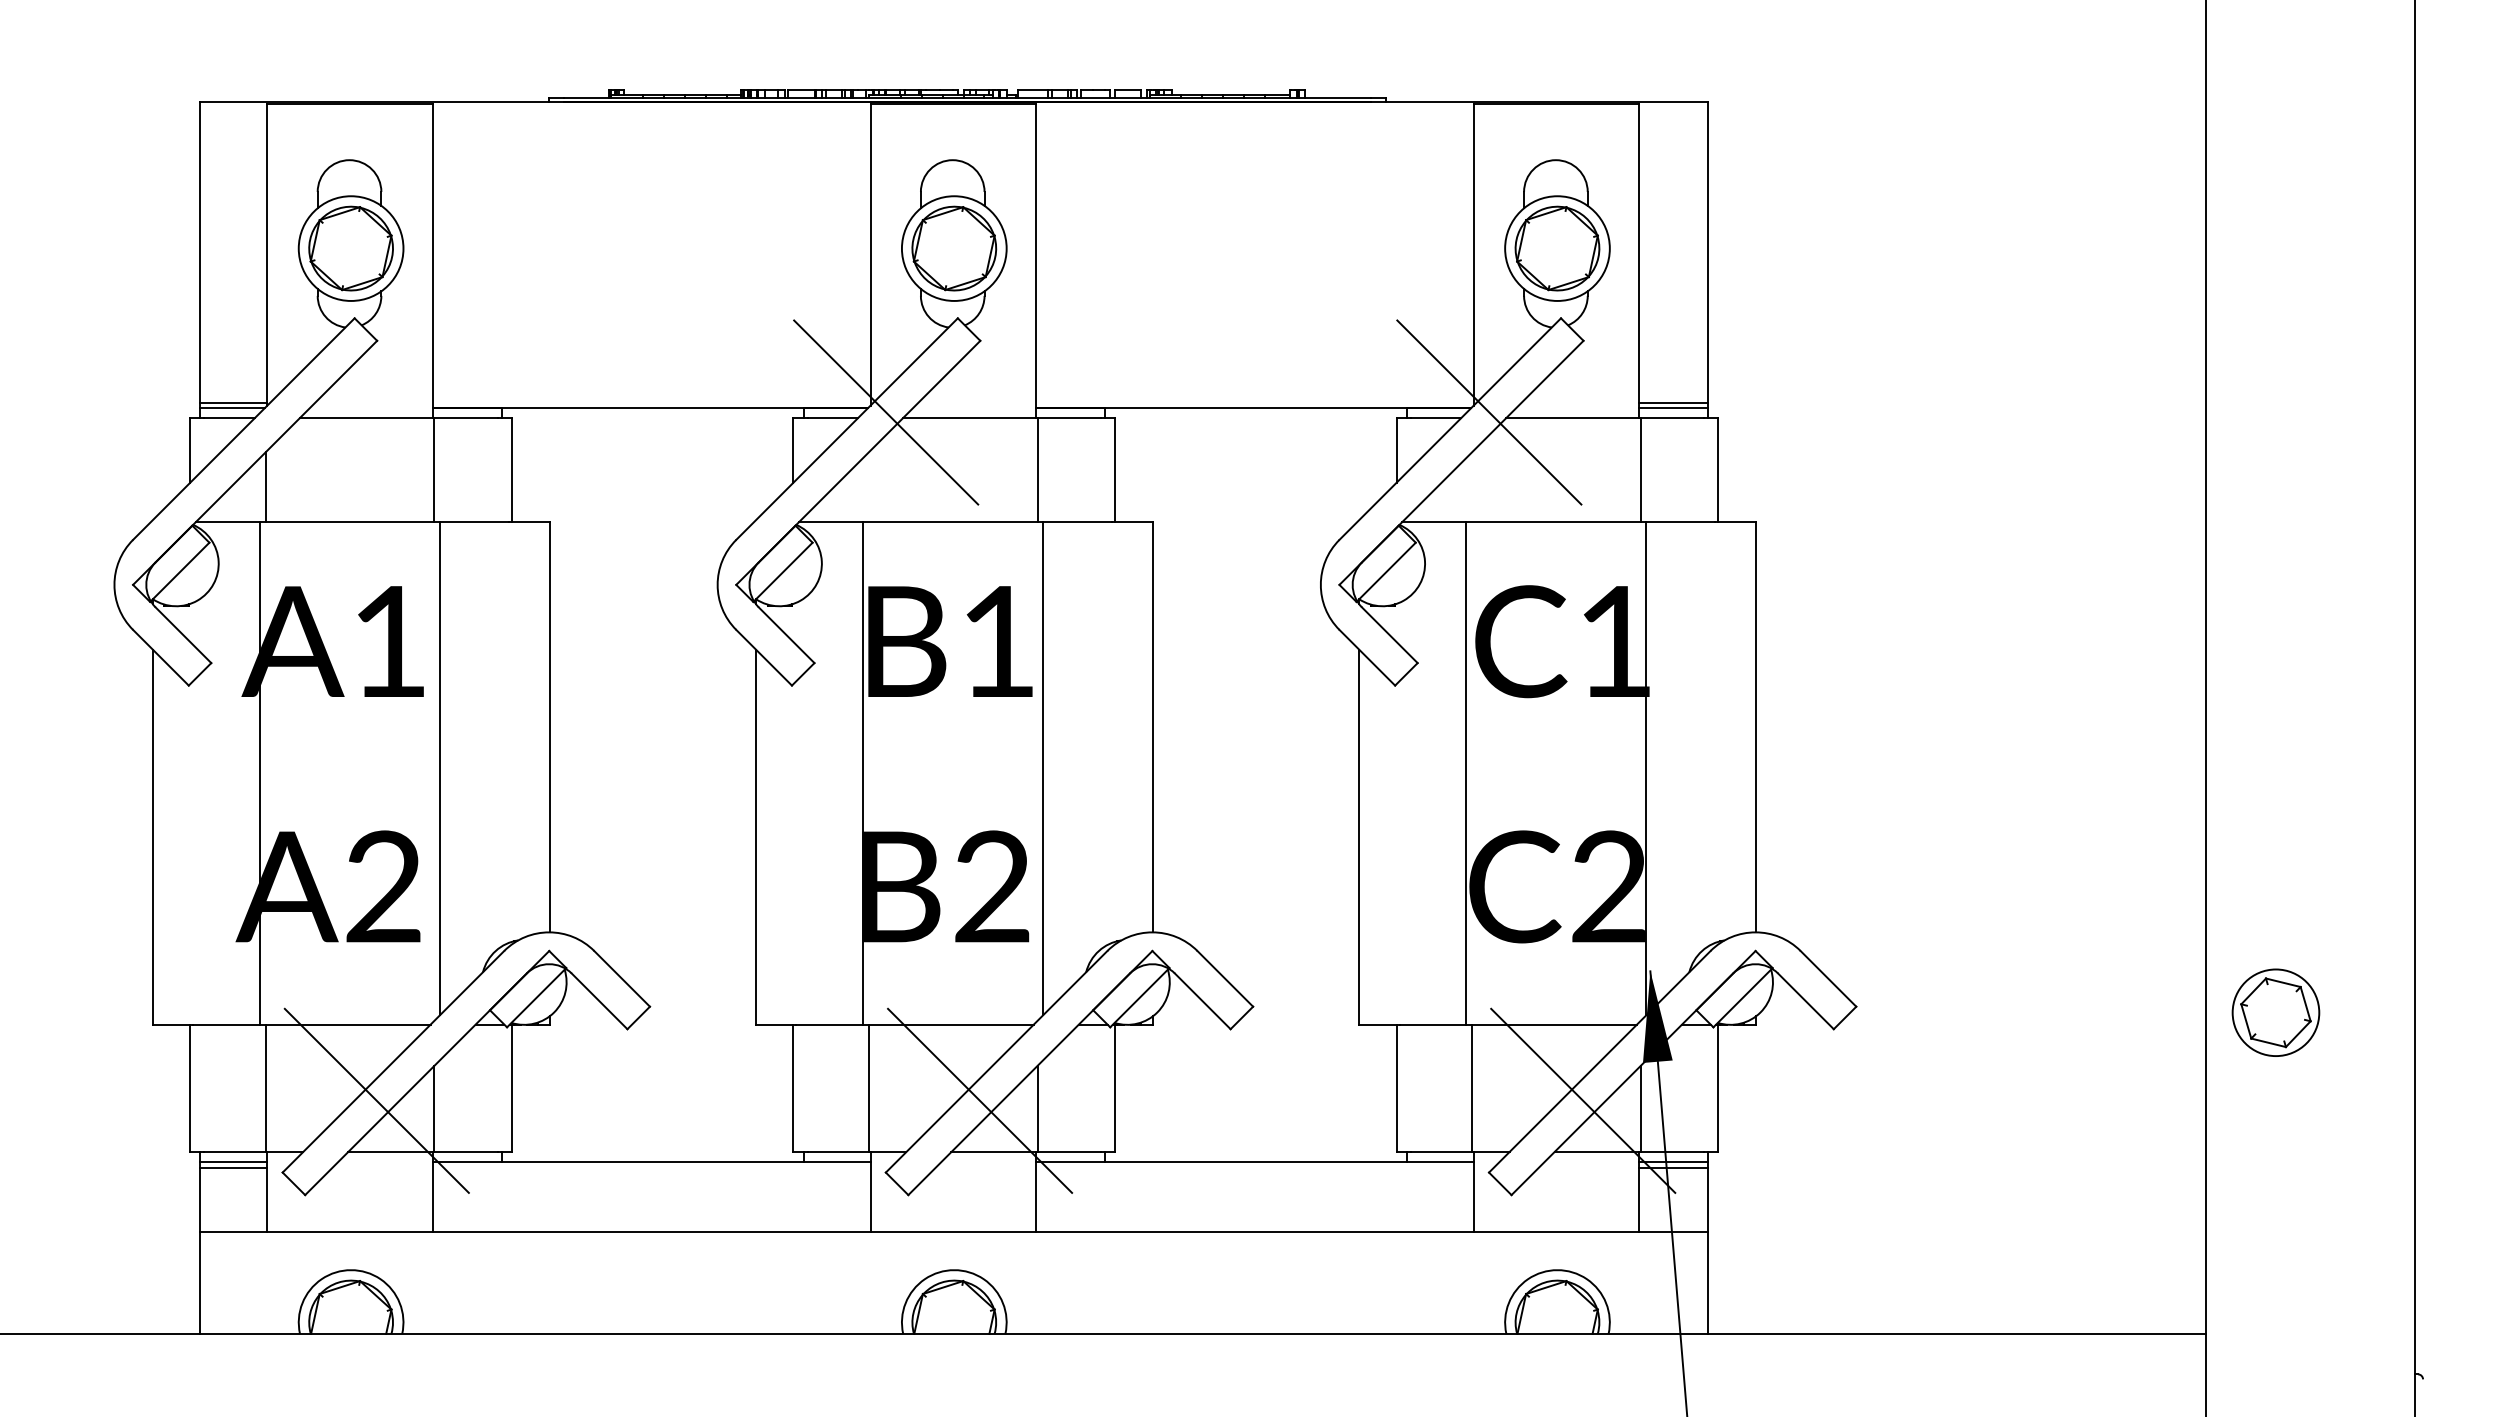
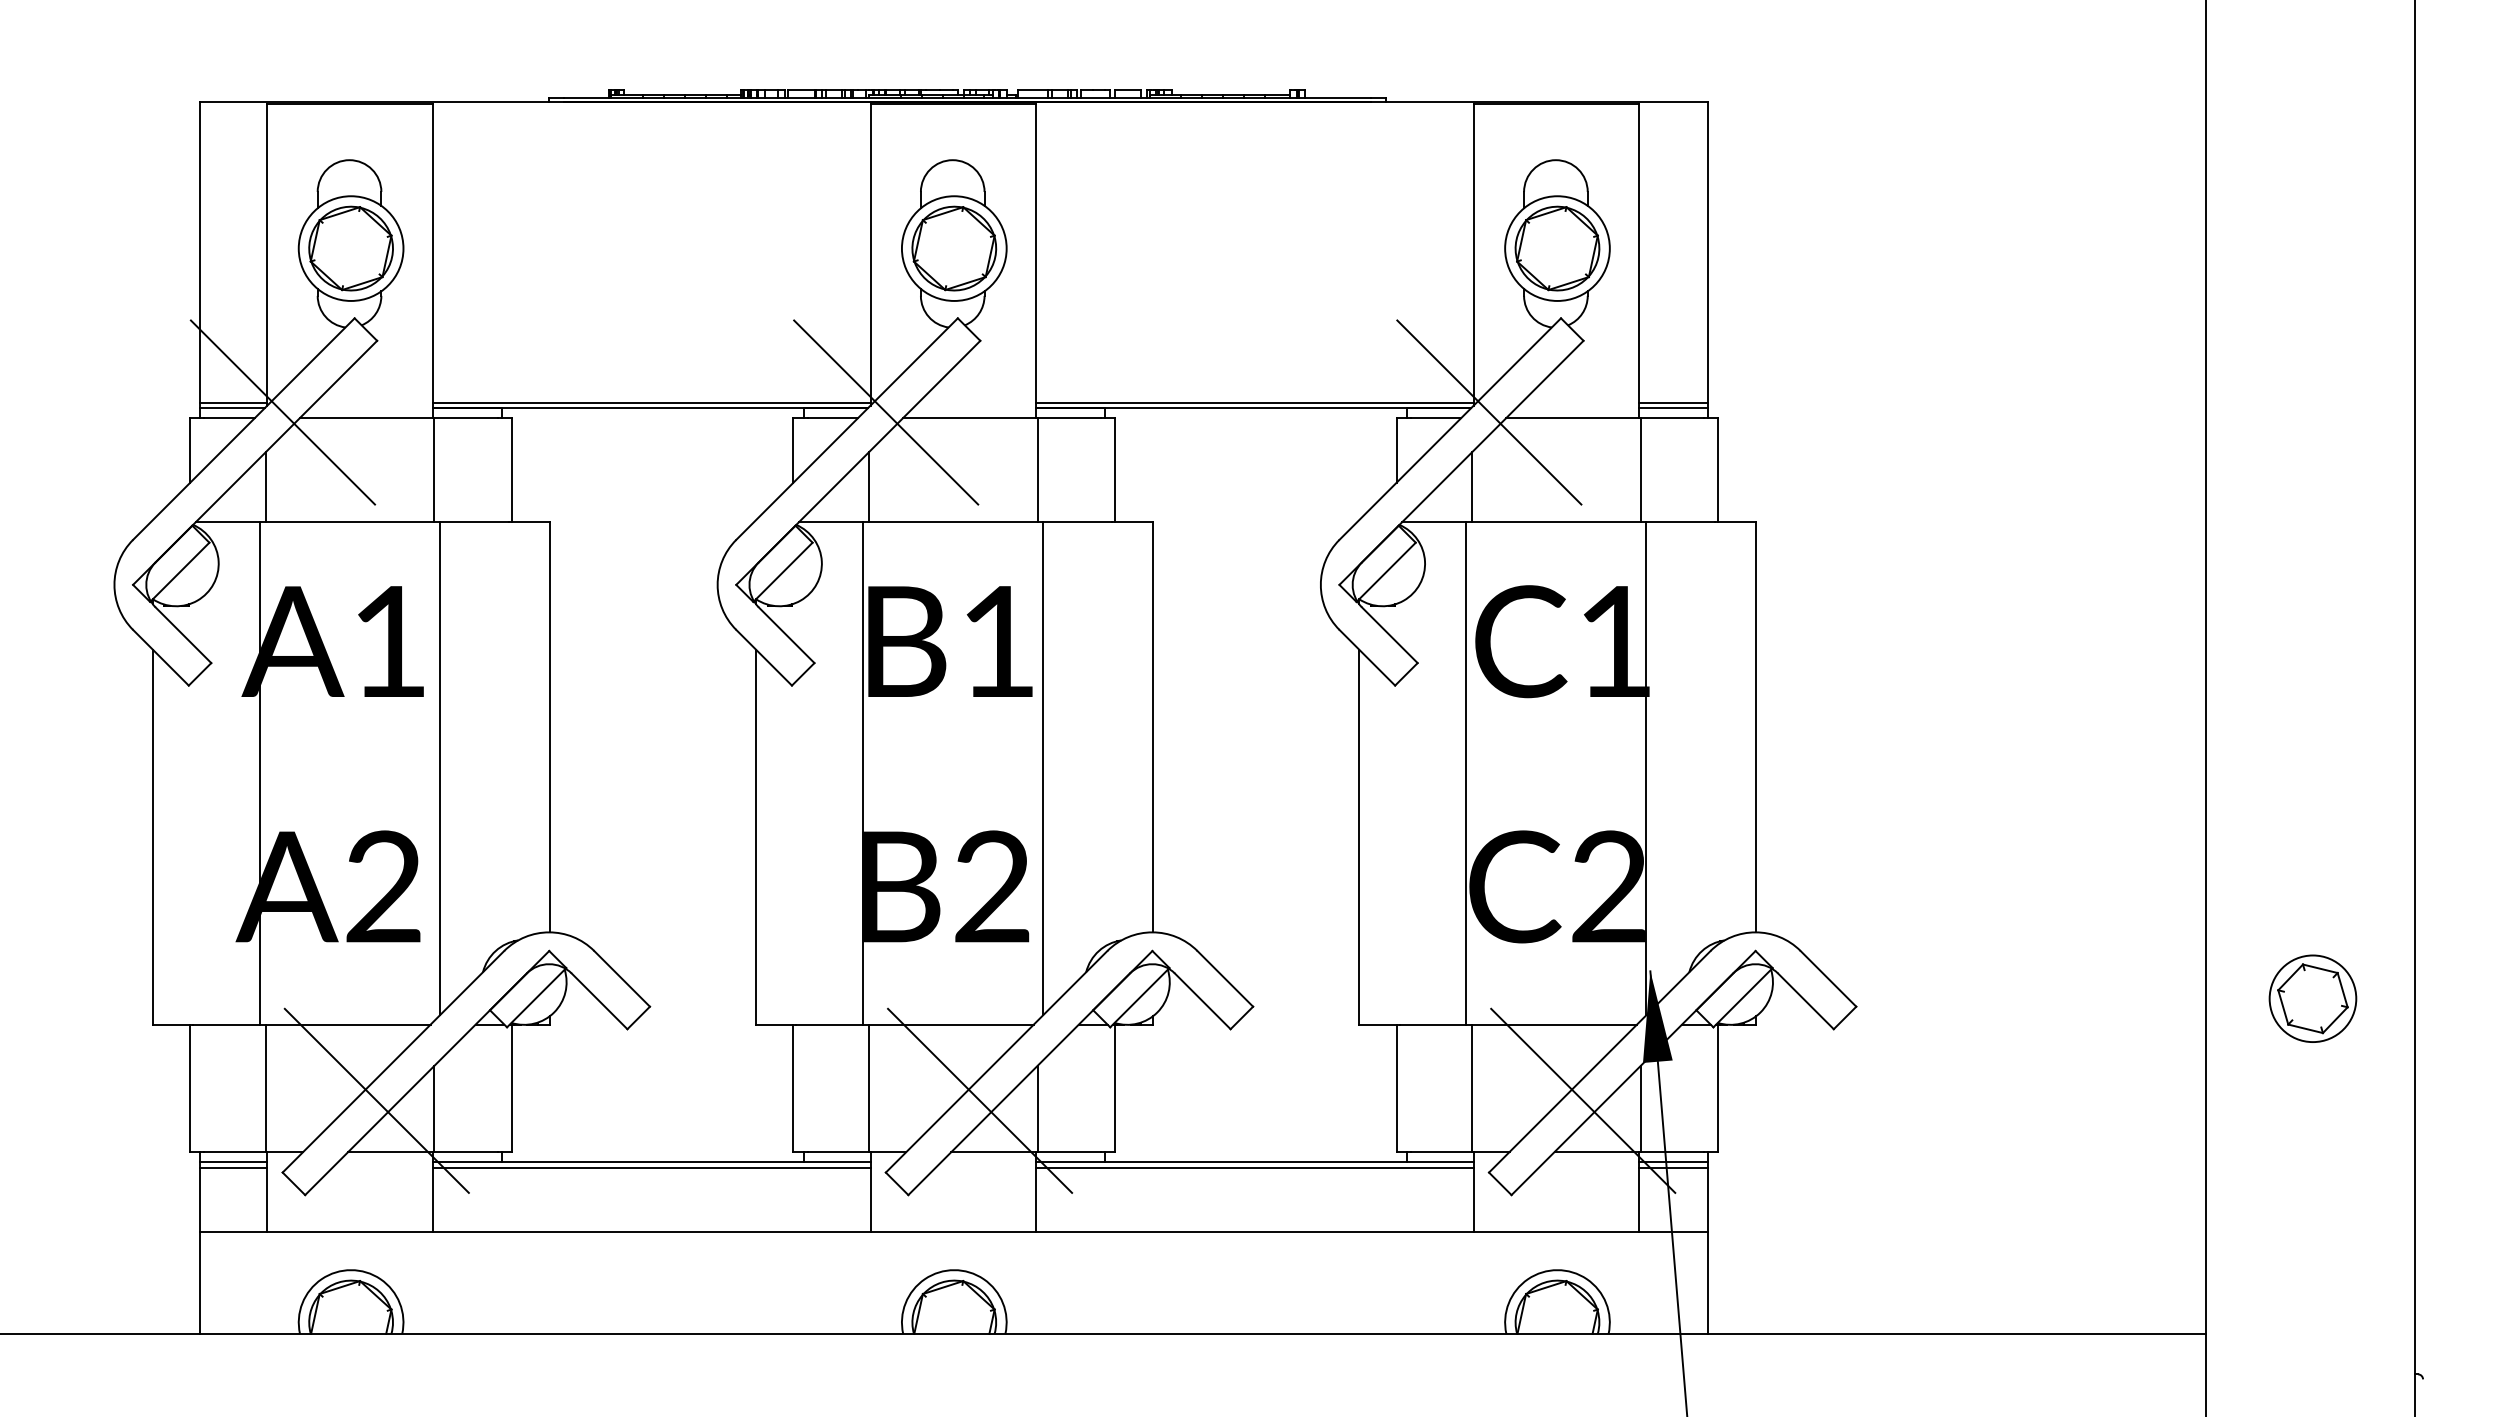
line at (651, 403): none -> present
line at (1254, 403): none -> present
line at (282, 412): none -> present
line at (869, 487): none -> present
line at (1472, 487): none -> present
part at (2275, 1012) position: (2275, 1012) -> (2312, 998)
line at (651, 1168): none -> present
line at (1254, 1168): none -> present
